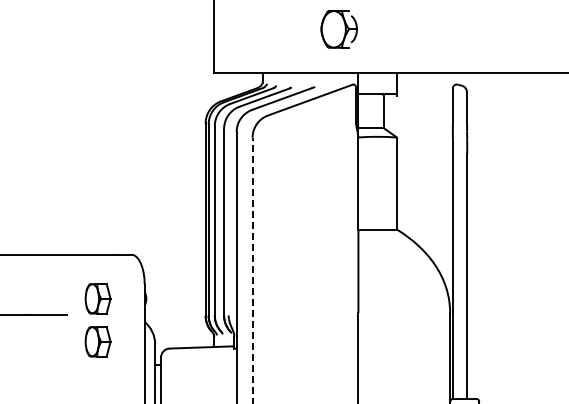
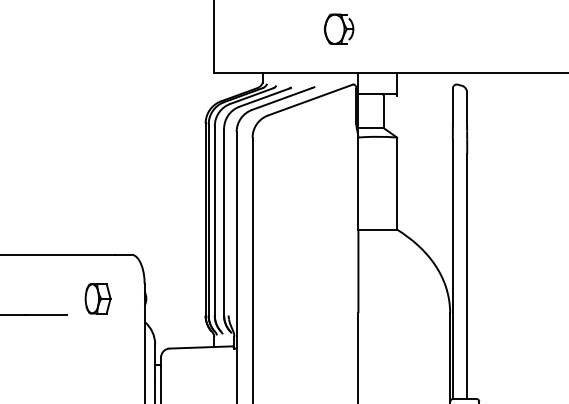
part at (338, 29) size: 38x39 px -> 32x32 px
line at (252, 270): dashed -> solid
part at (97, 341): present -> none
